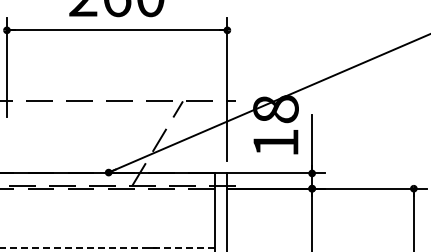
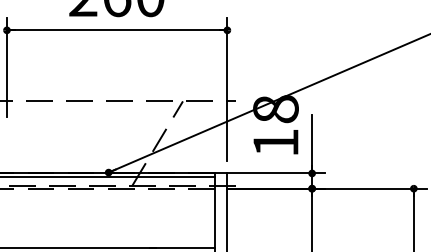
line at (108, 176): none -> present
line at (107, 248): dashed -> solid
